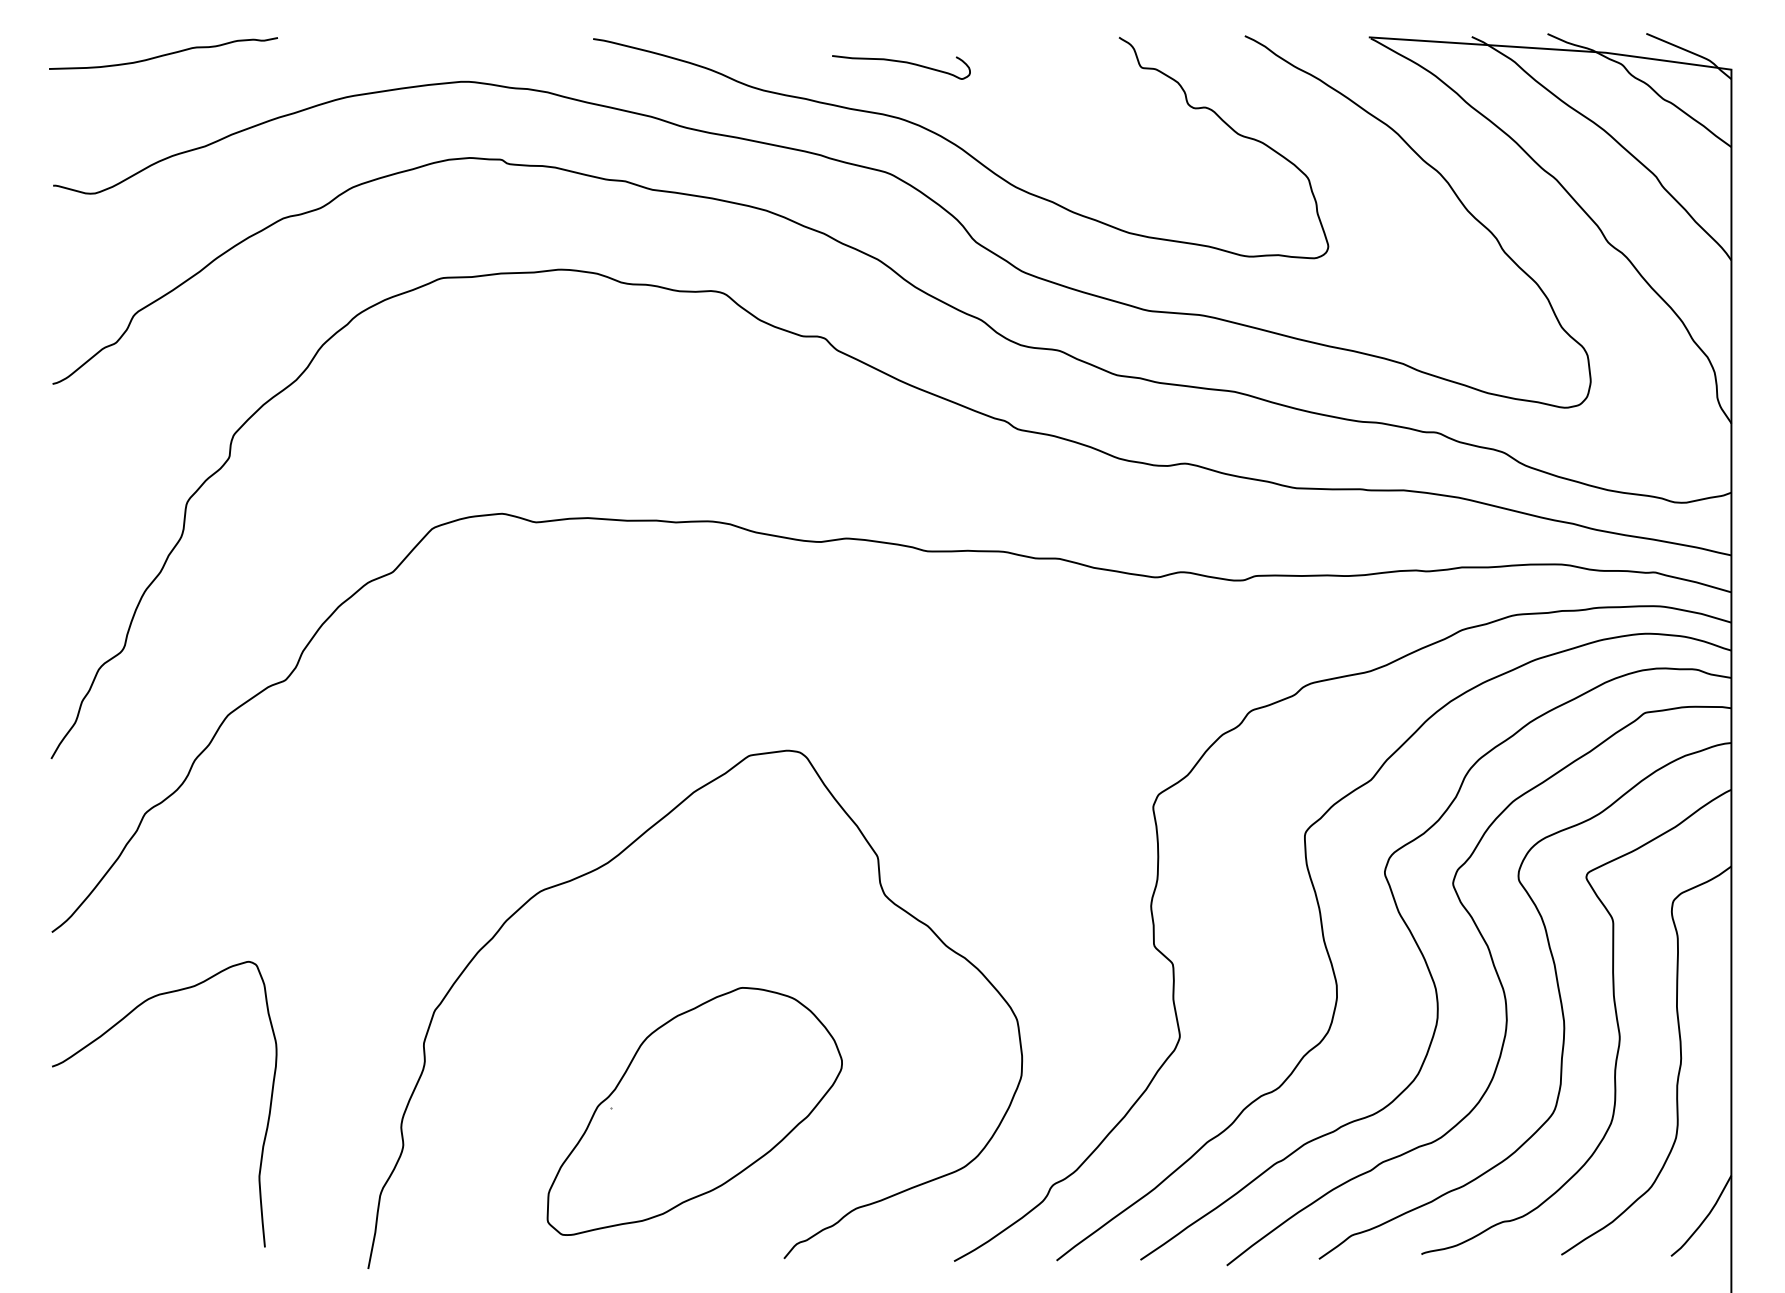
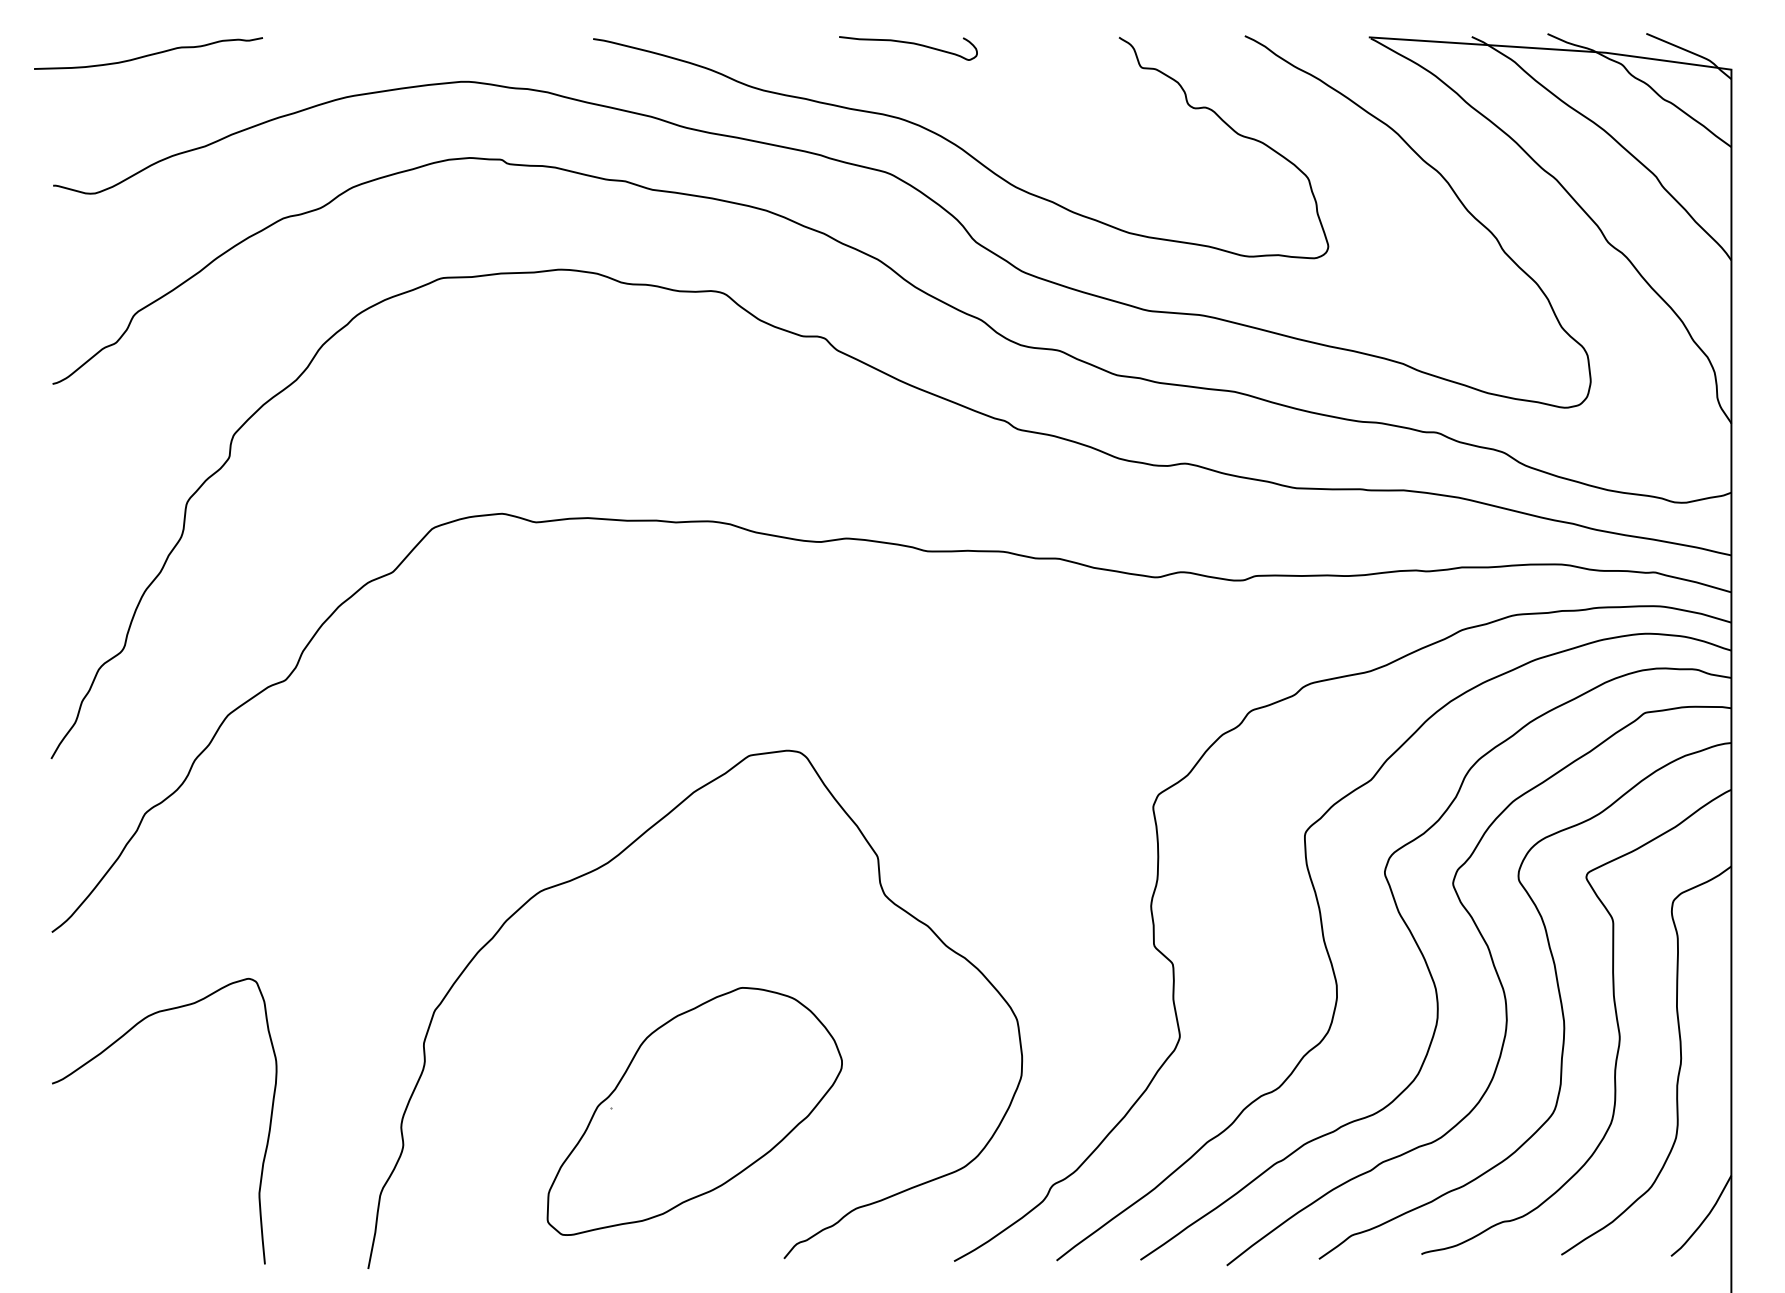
curve at (163, 54) position: (163, 54) -> (148, 54)
curve at (901, 62) position: (901, 62) -> (908, 43)
curve at (106, 1033) position: (106, 1033) -> (106, 1050)
